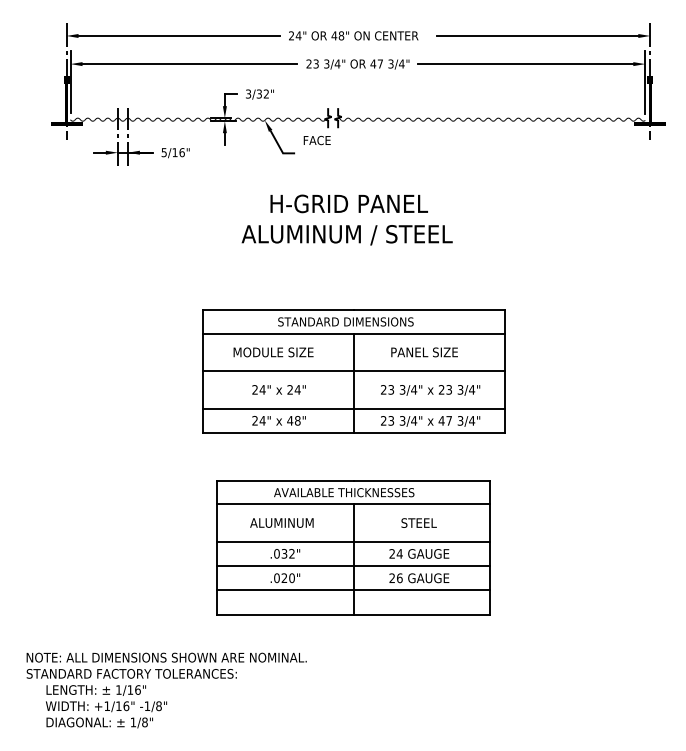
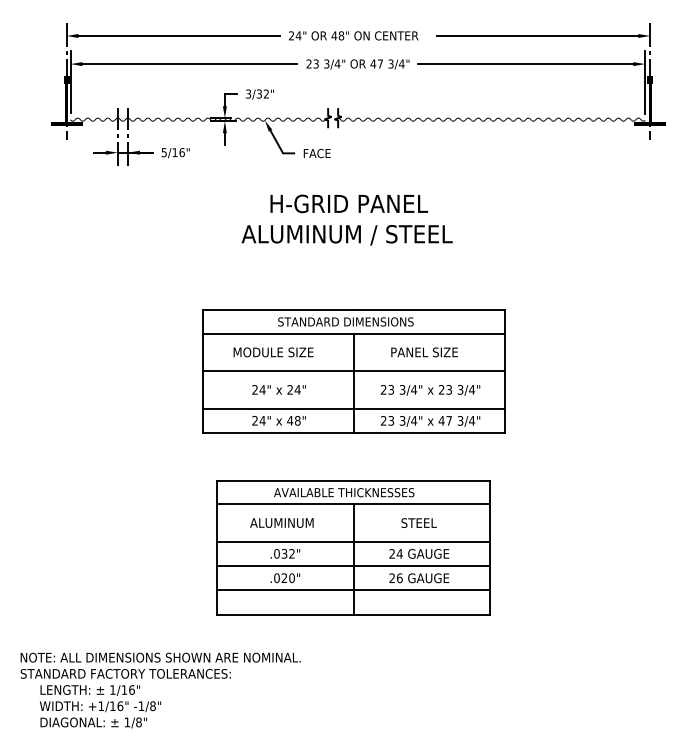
text at (316, 140) position: (316, 140) -> (316, 153)
text at (166, 690) position: (166, 690) -> (160, 690)
